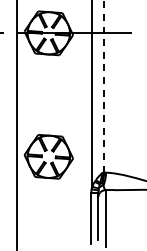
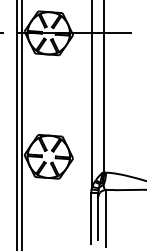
line at (104, 86): dashed -> solid
line at (21, 124): none -> present
